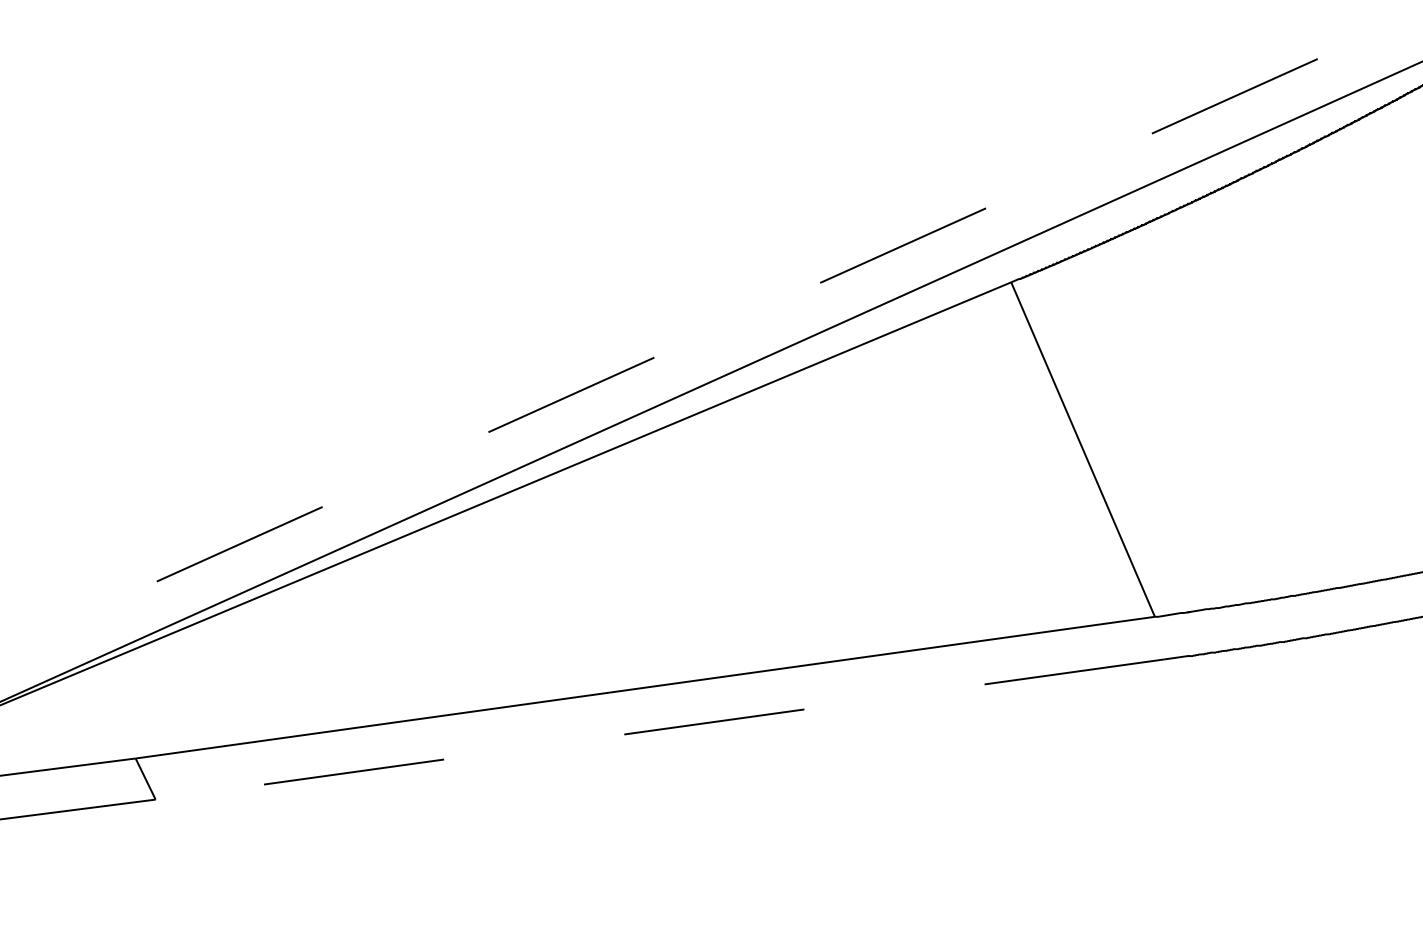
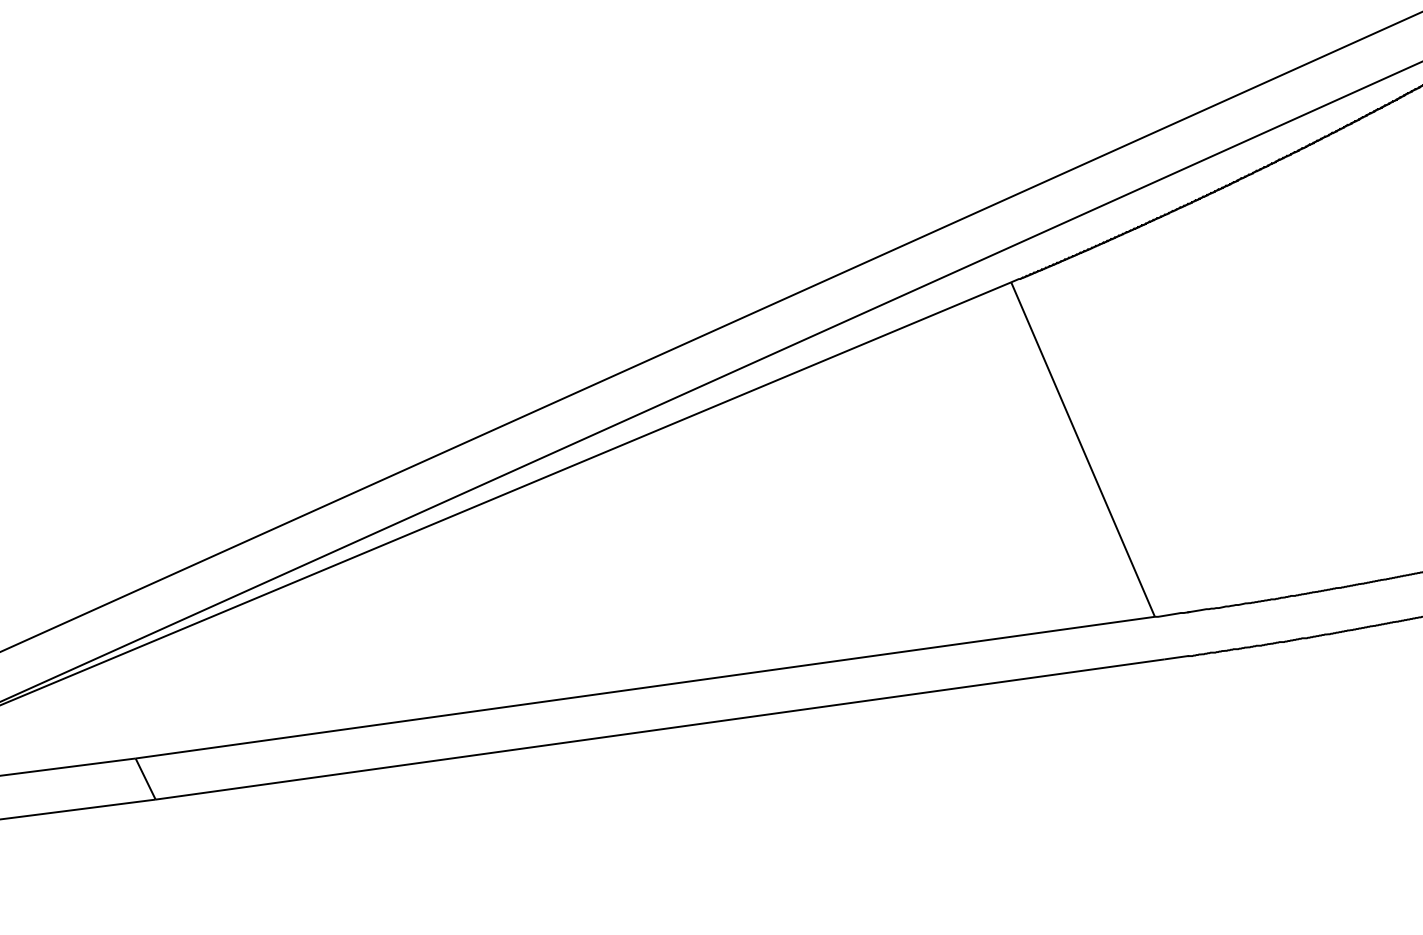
line at (711, 332): dashed -> solid
line at (659, 729): dashed -> solid
